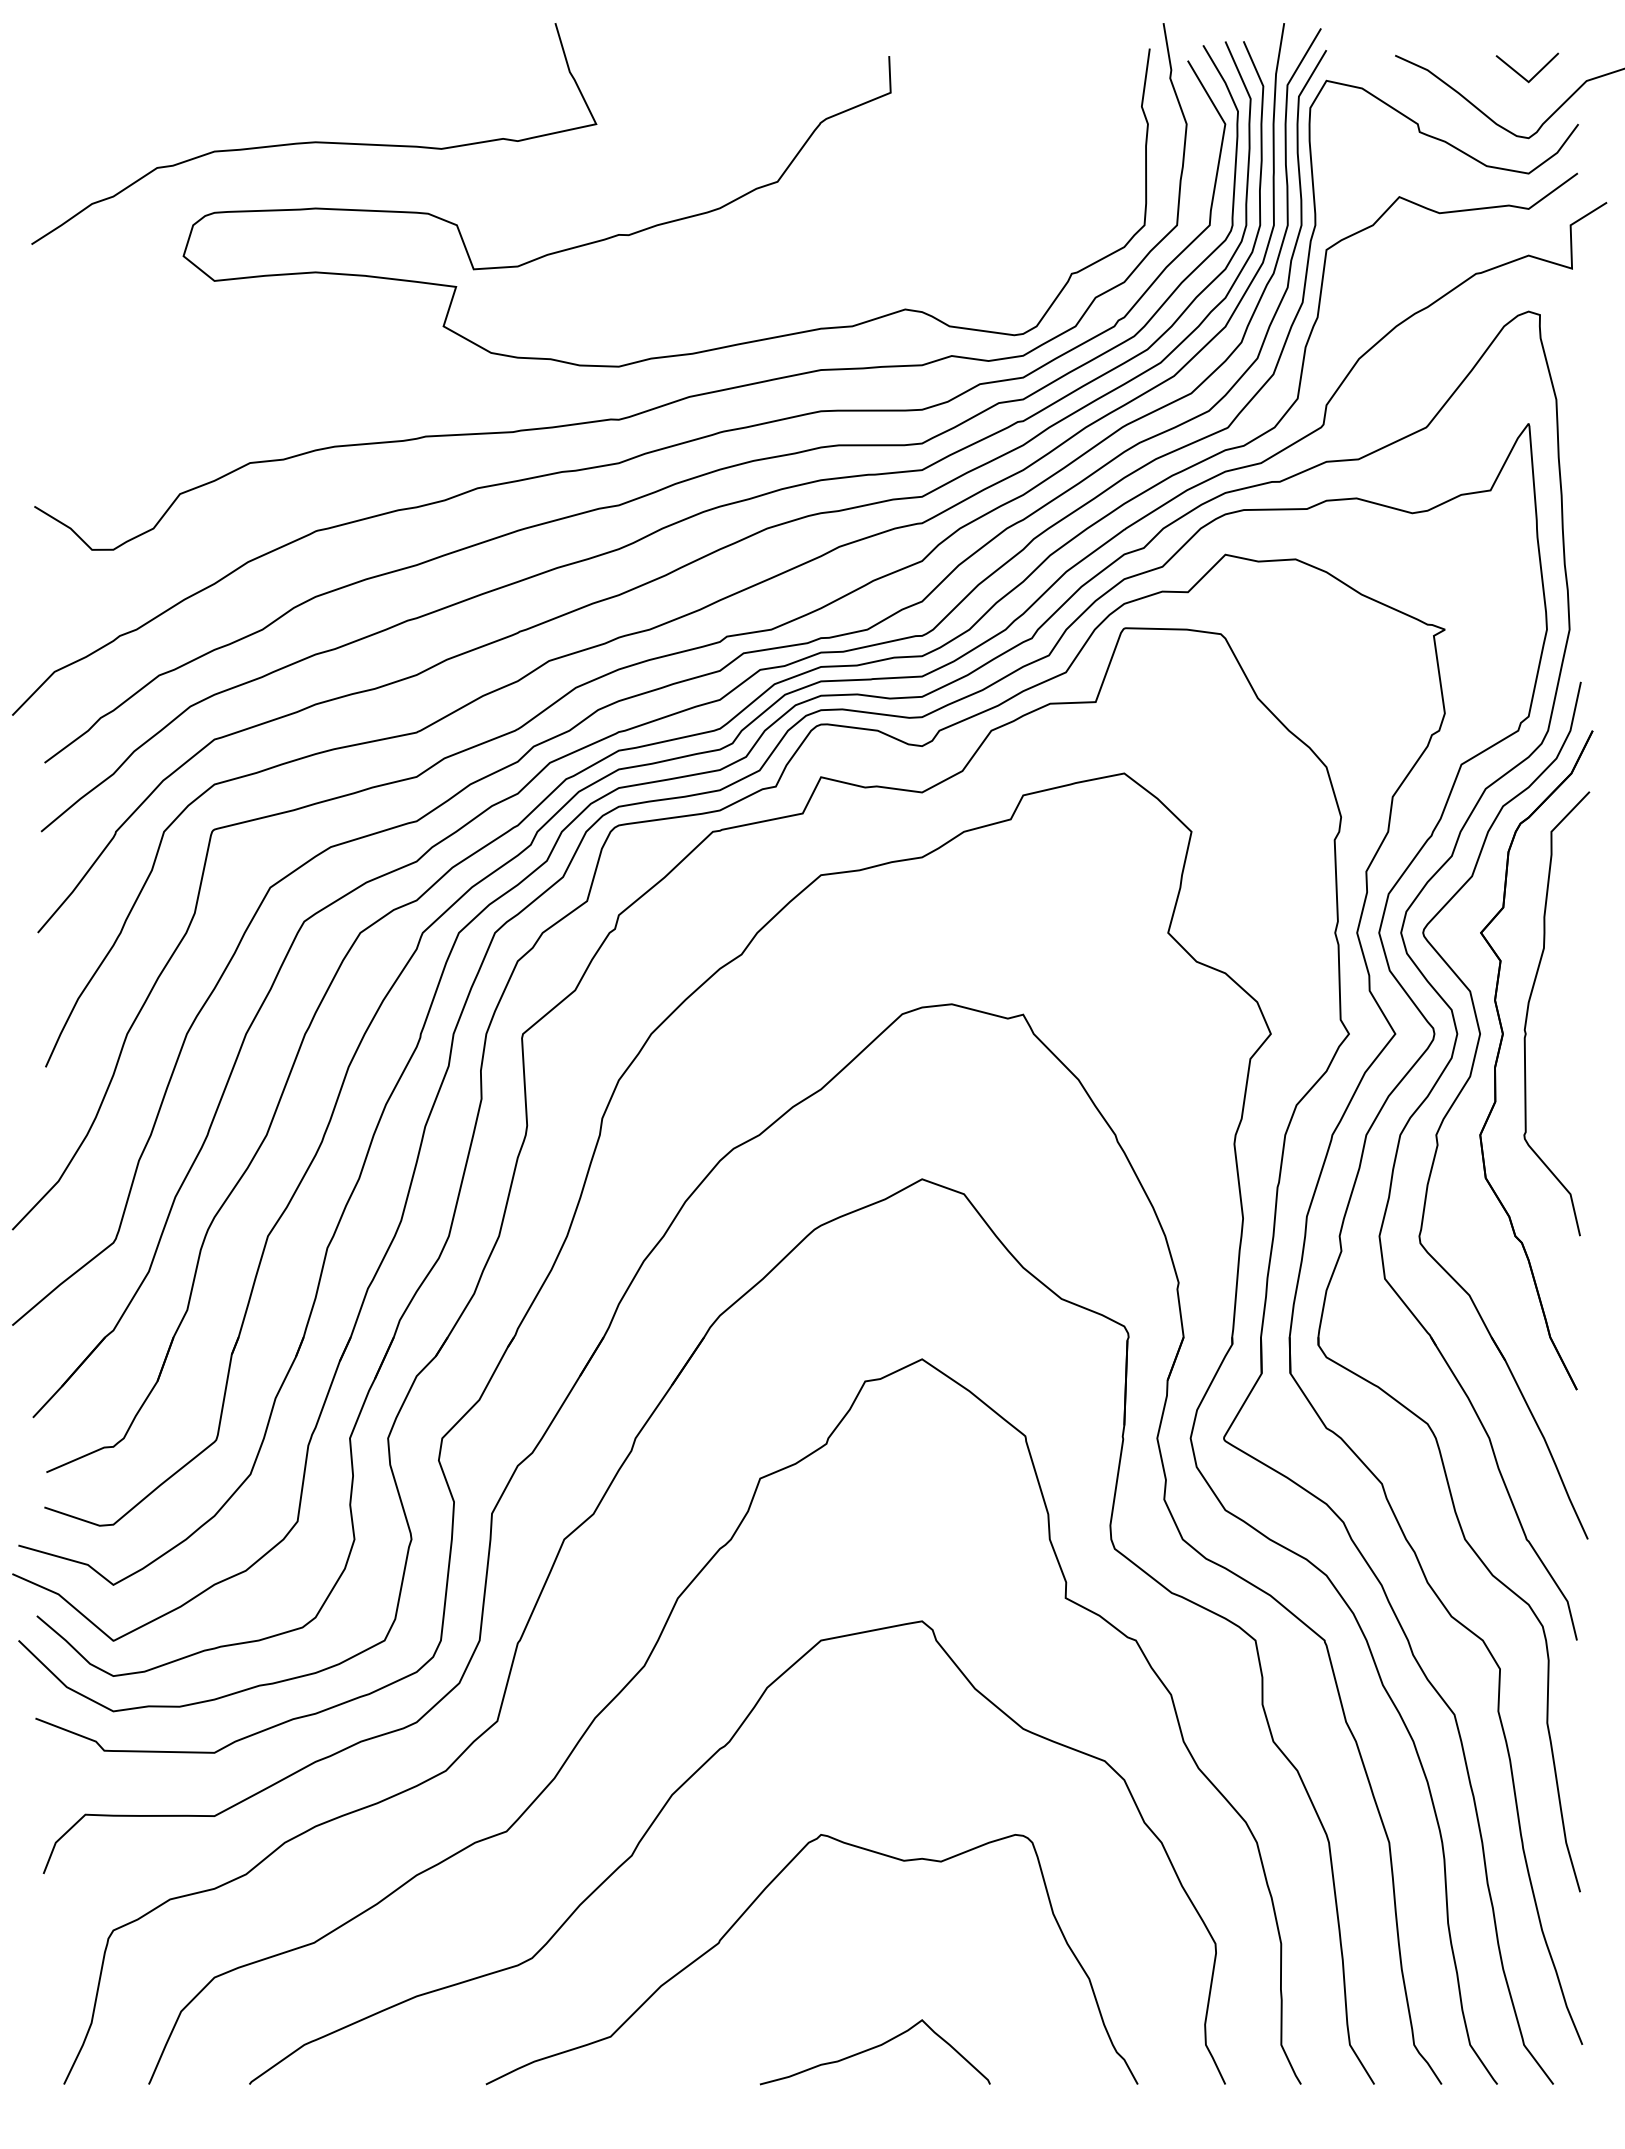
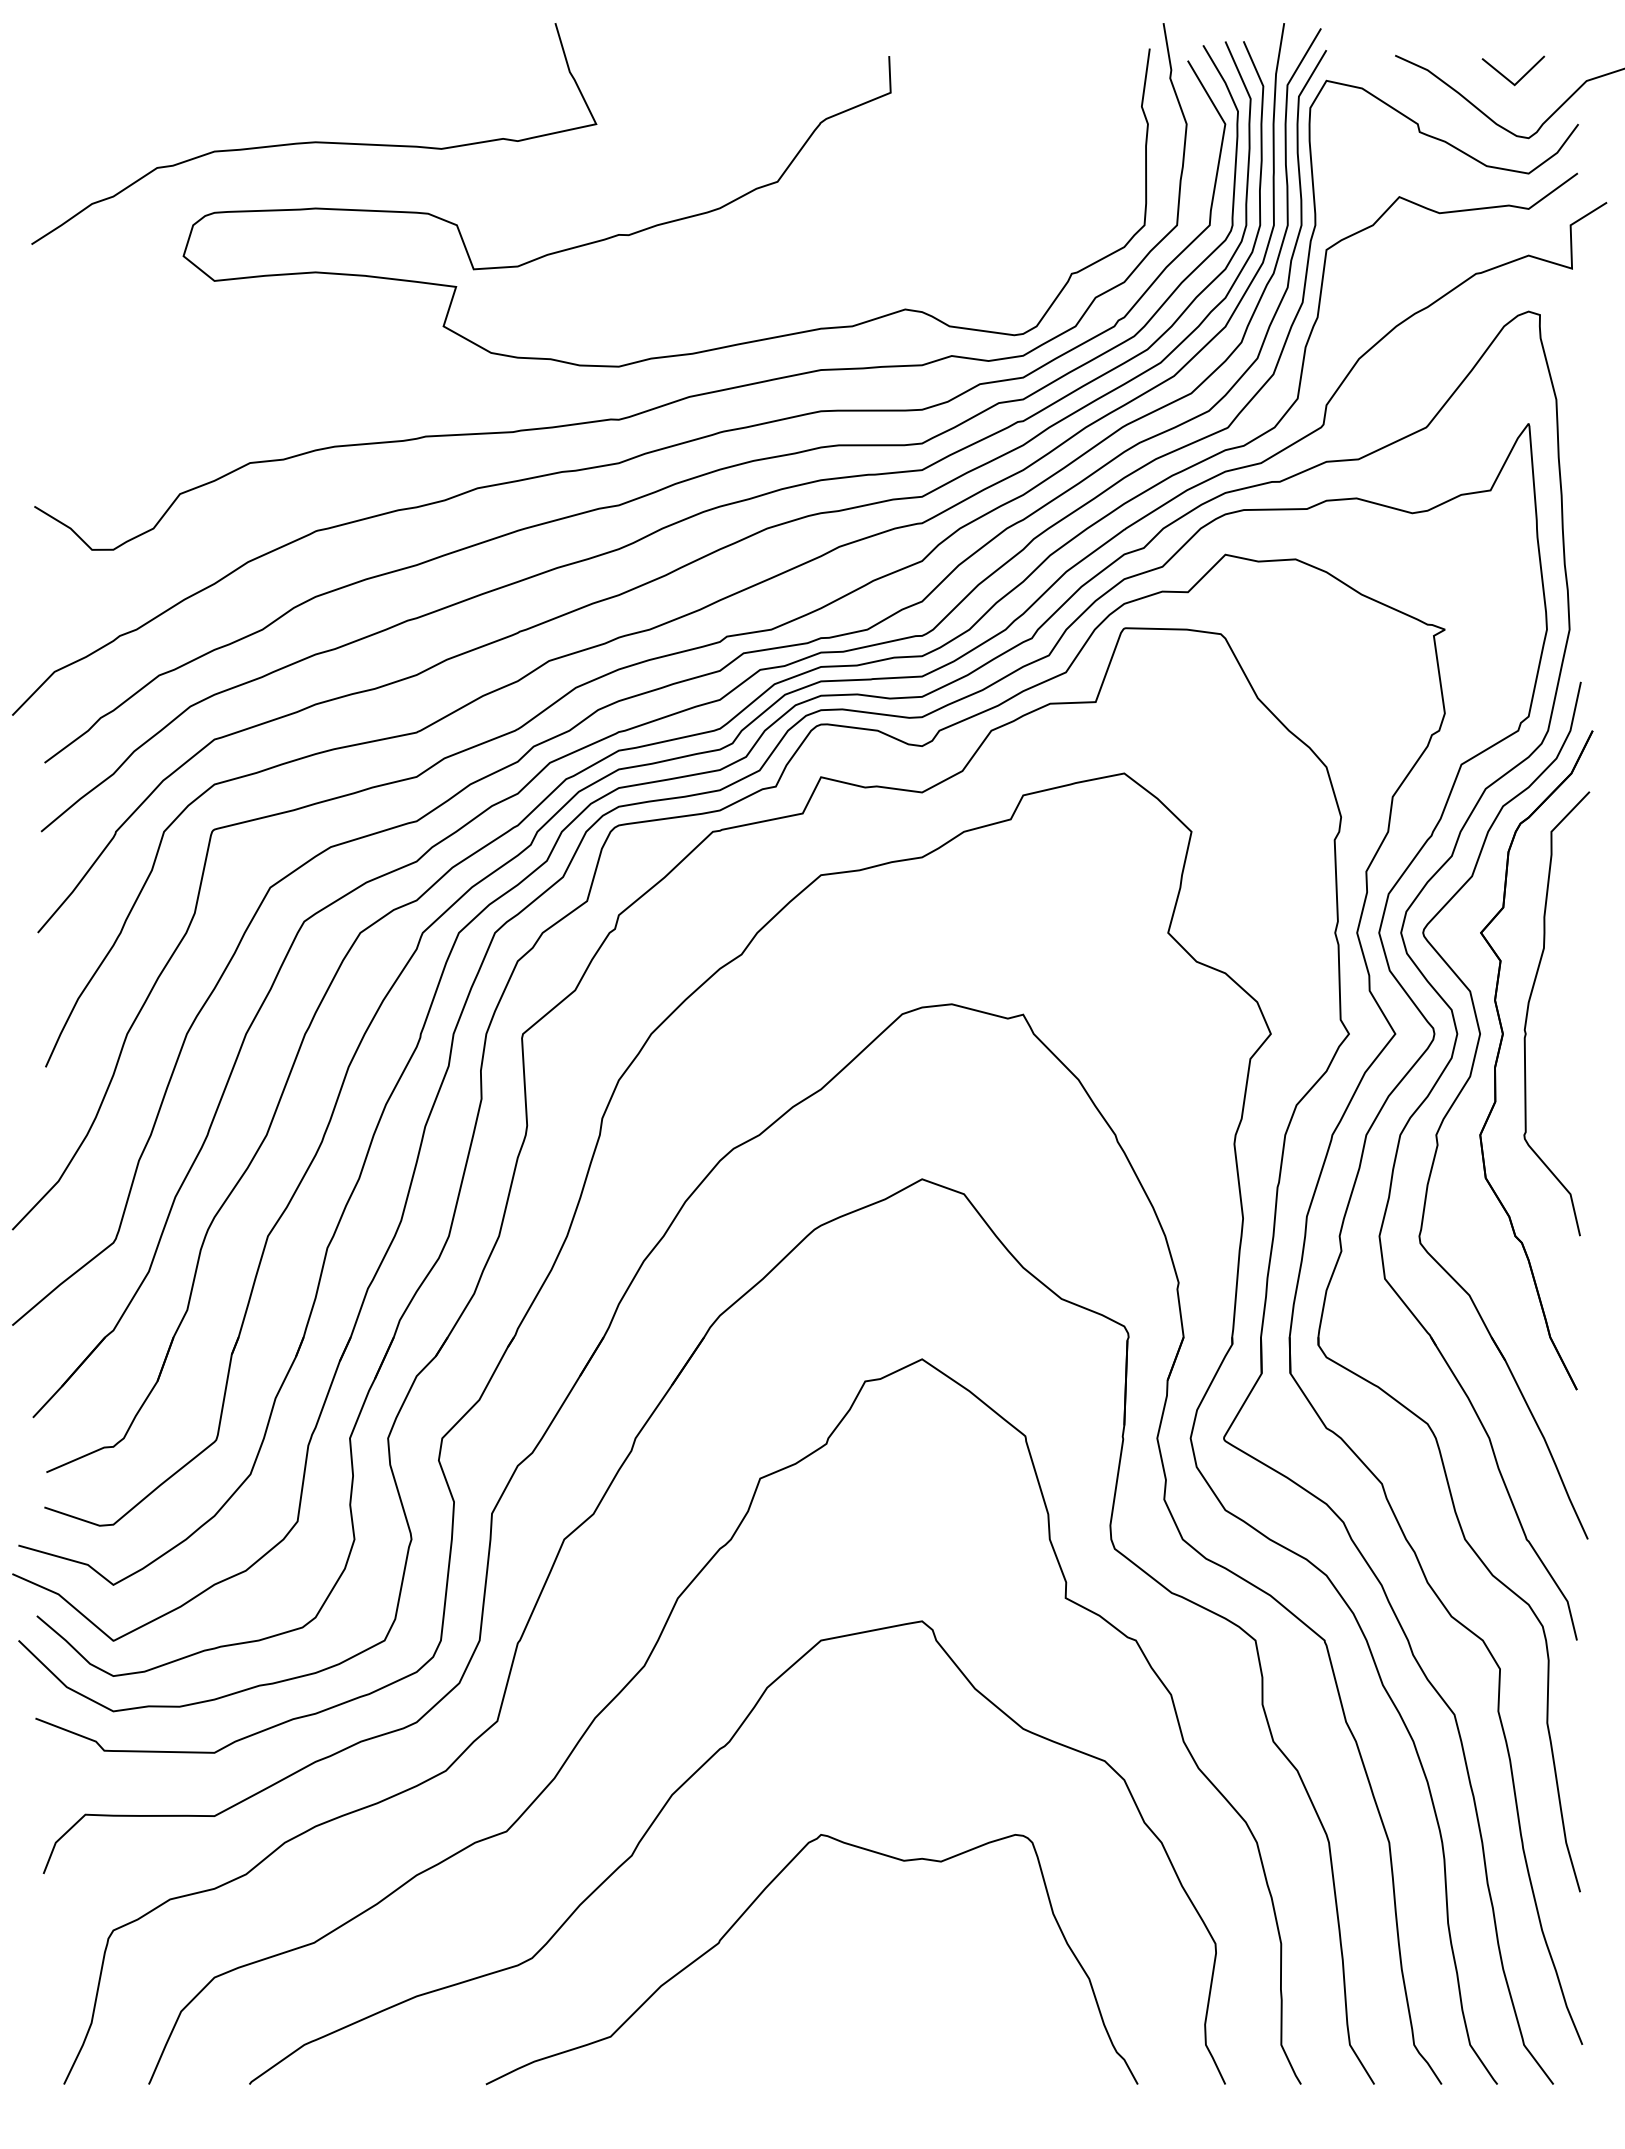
line at (1522, 75) position: (1522, 75) -> (1508, 78)
curve at (872, 2049): present -> none
